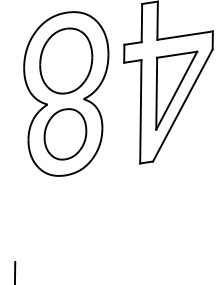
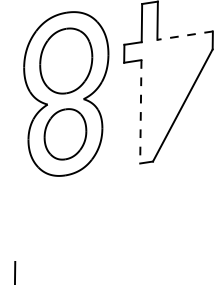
line at (184, 35): solid -> dashed
part at (176, 90): present -> none
line at (140, 111): solid -> dashed
